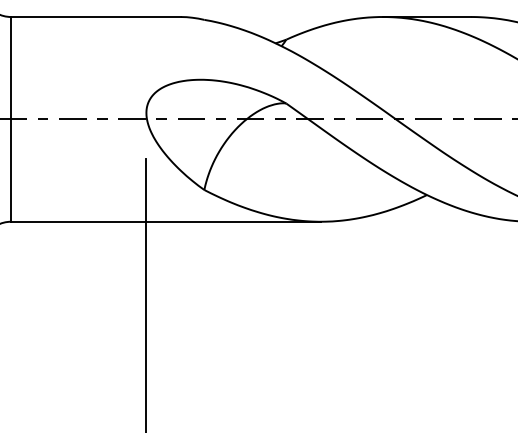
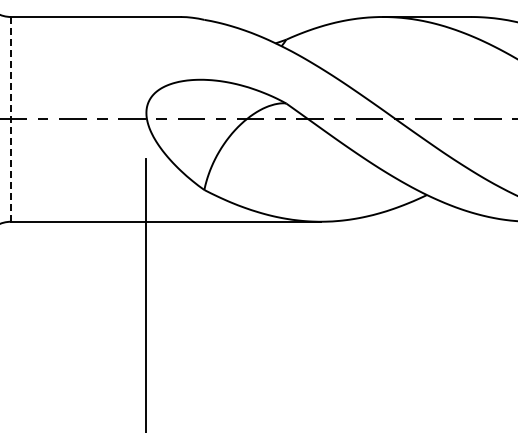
line at (11, 118): solid -> dashed
